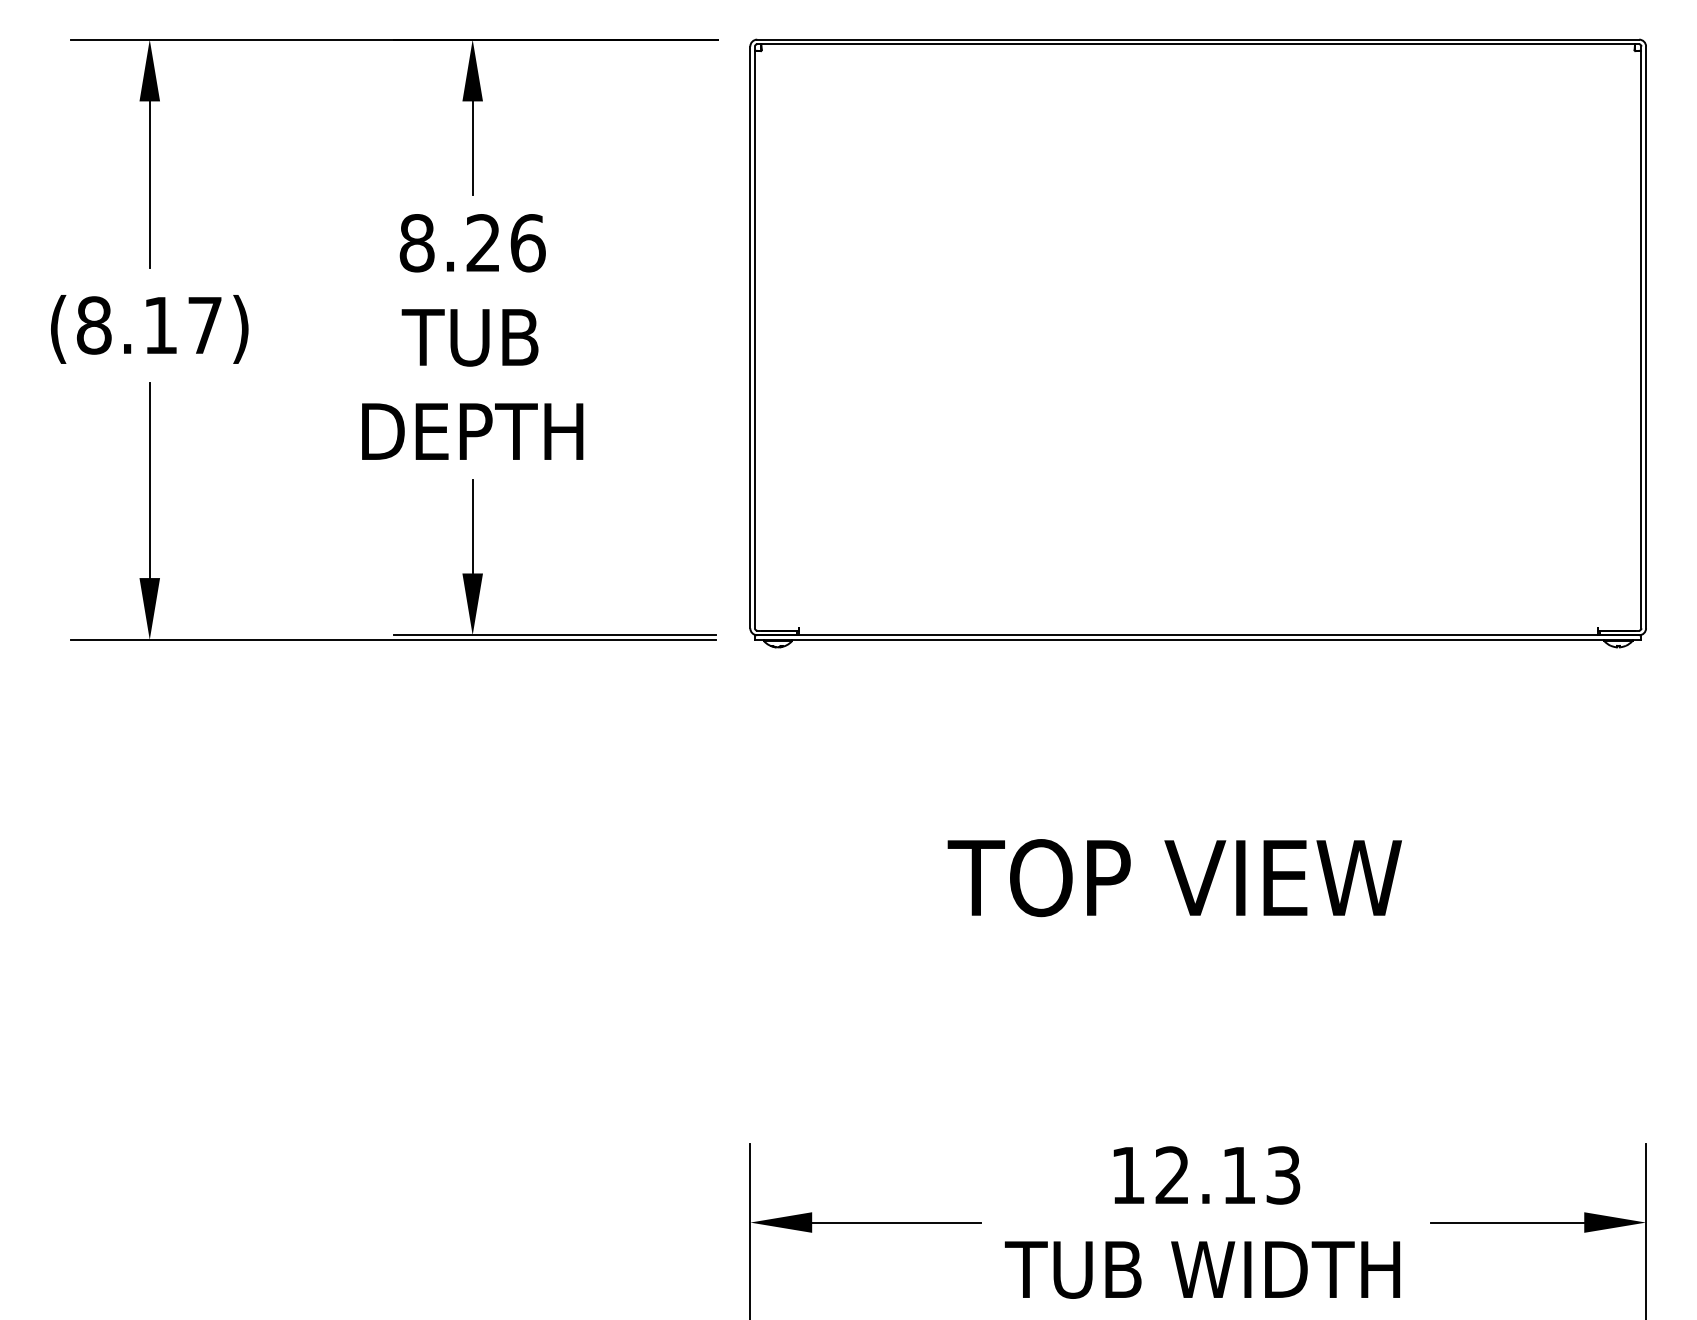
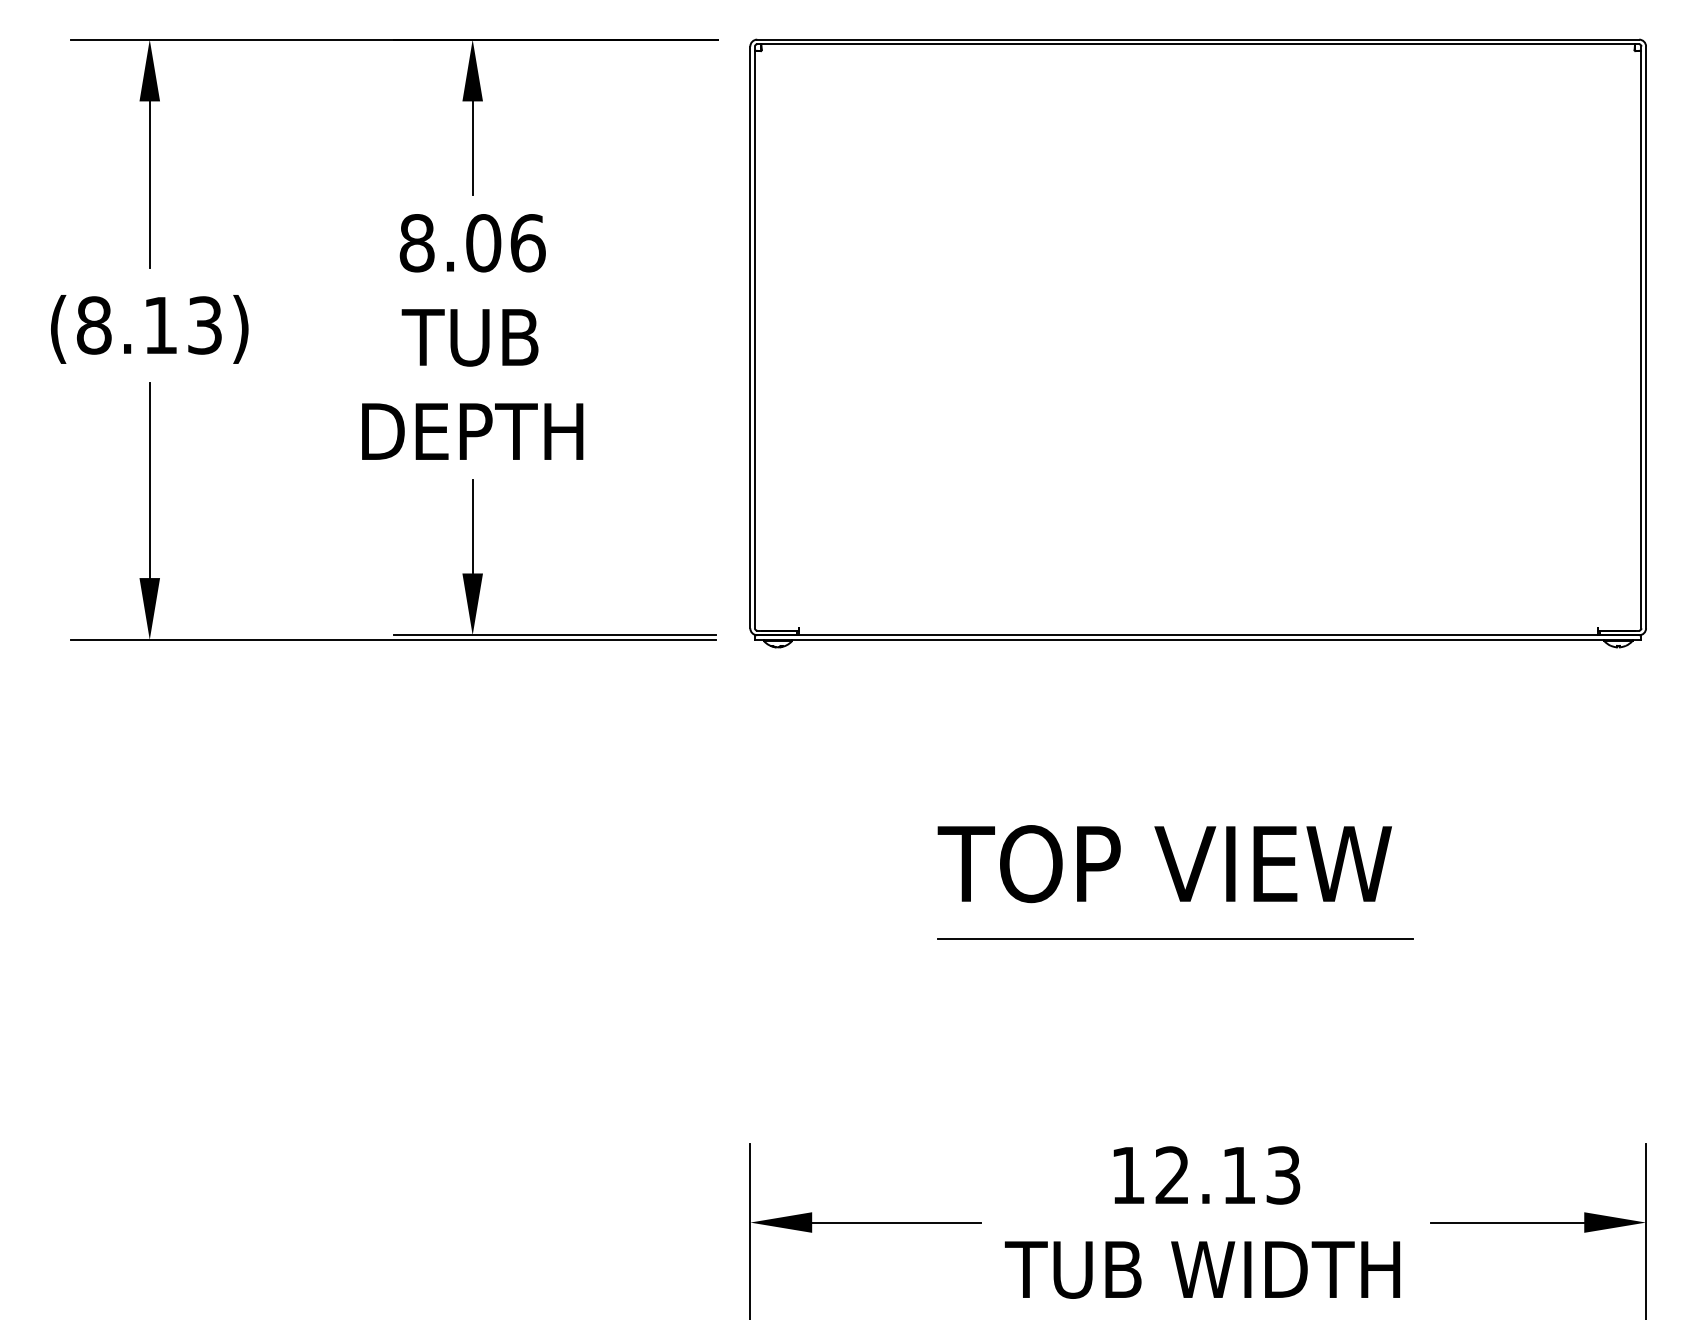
text at (483, 243): 8.26 -> 8.06
text at (204, 325): (8.17) -> (8.13)
text at (1174, 878) position: (1174, 878) -> (1164, 864)
line at (1175, 938): none -> present
